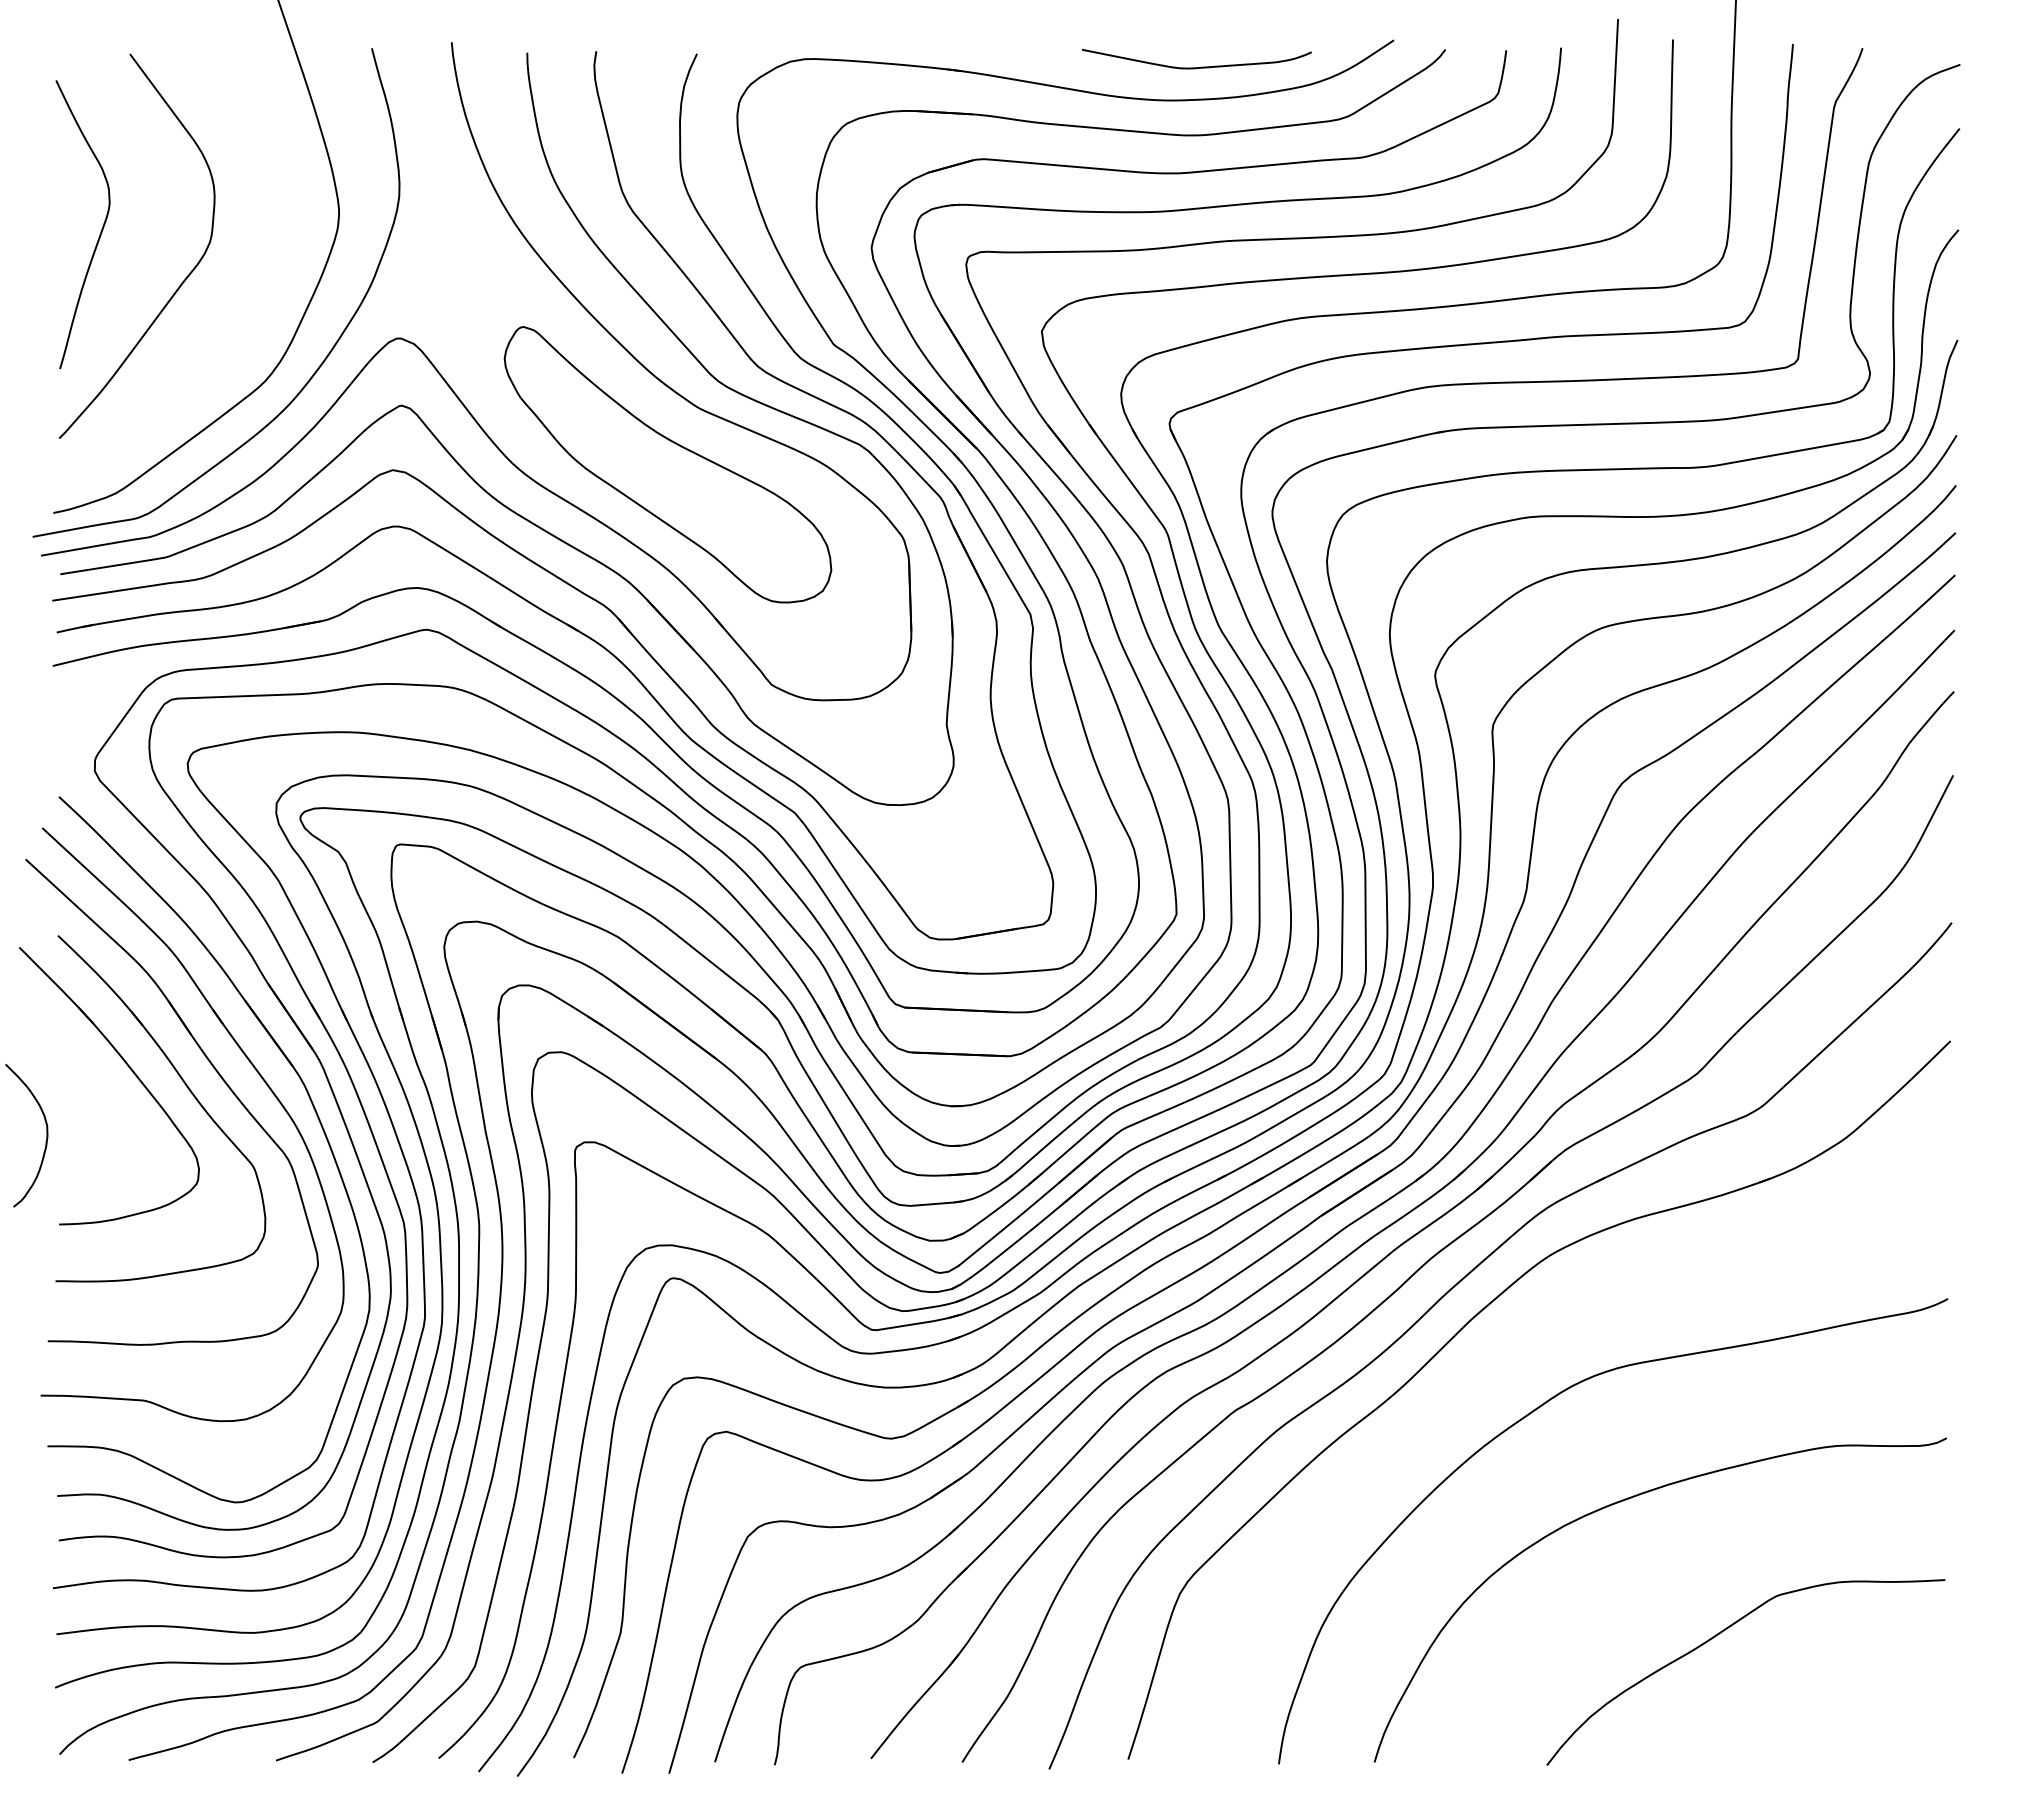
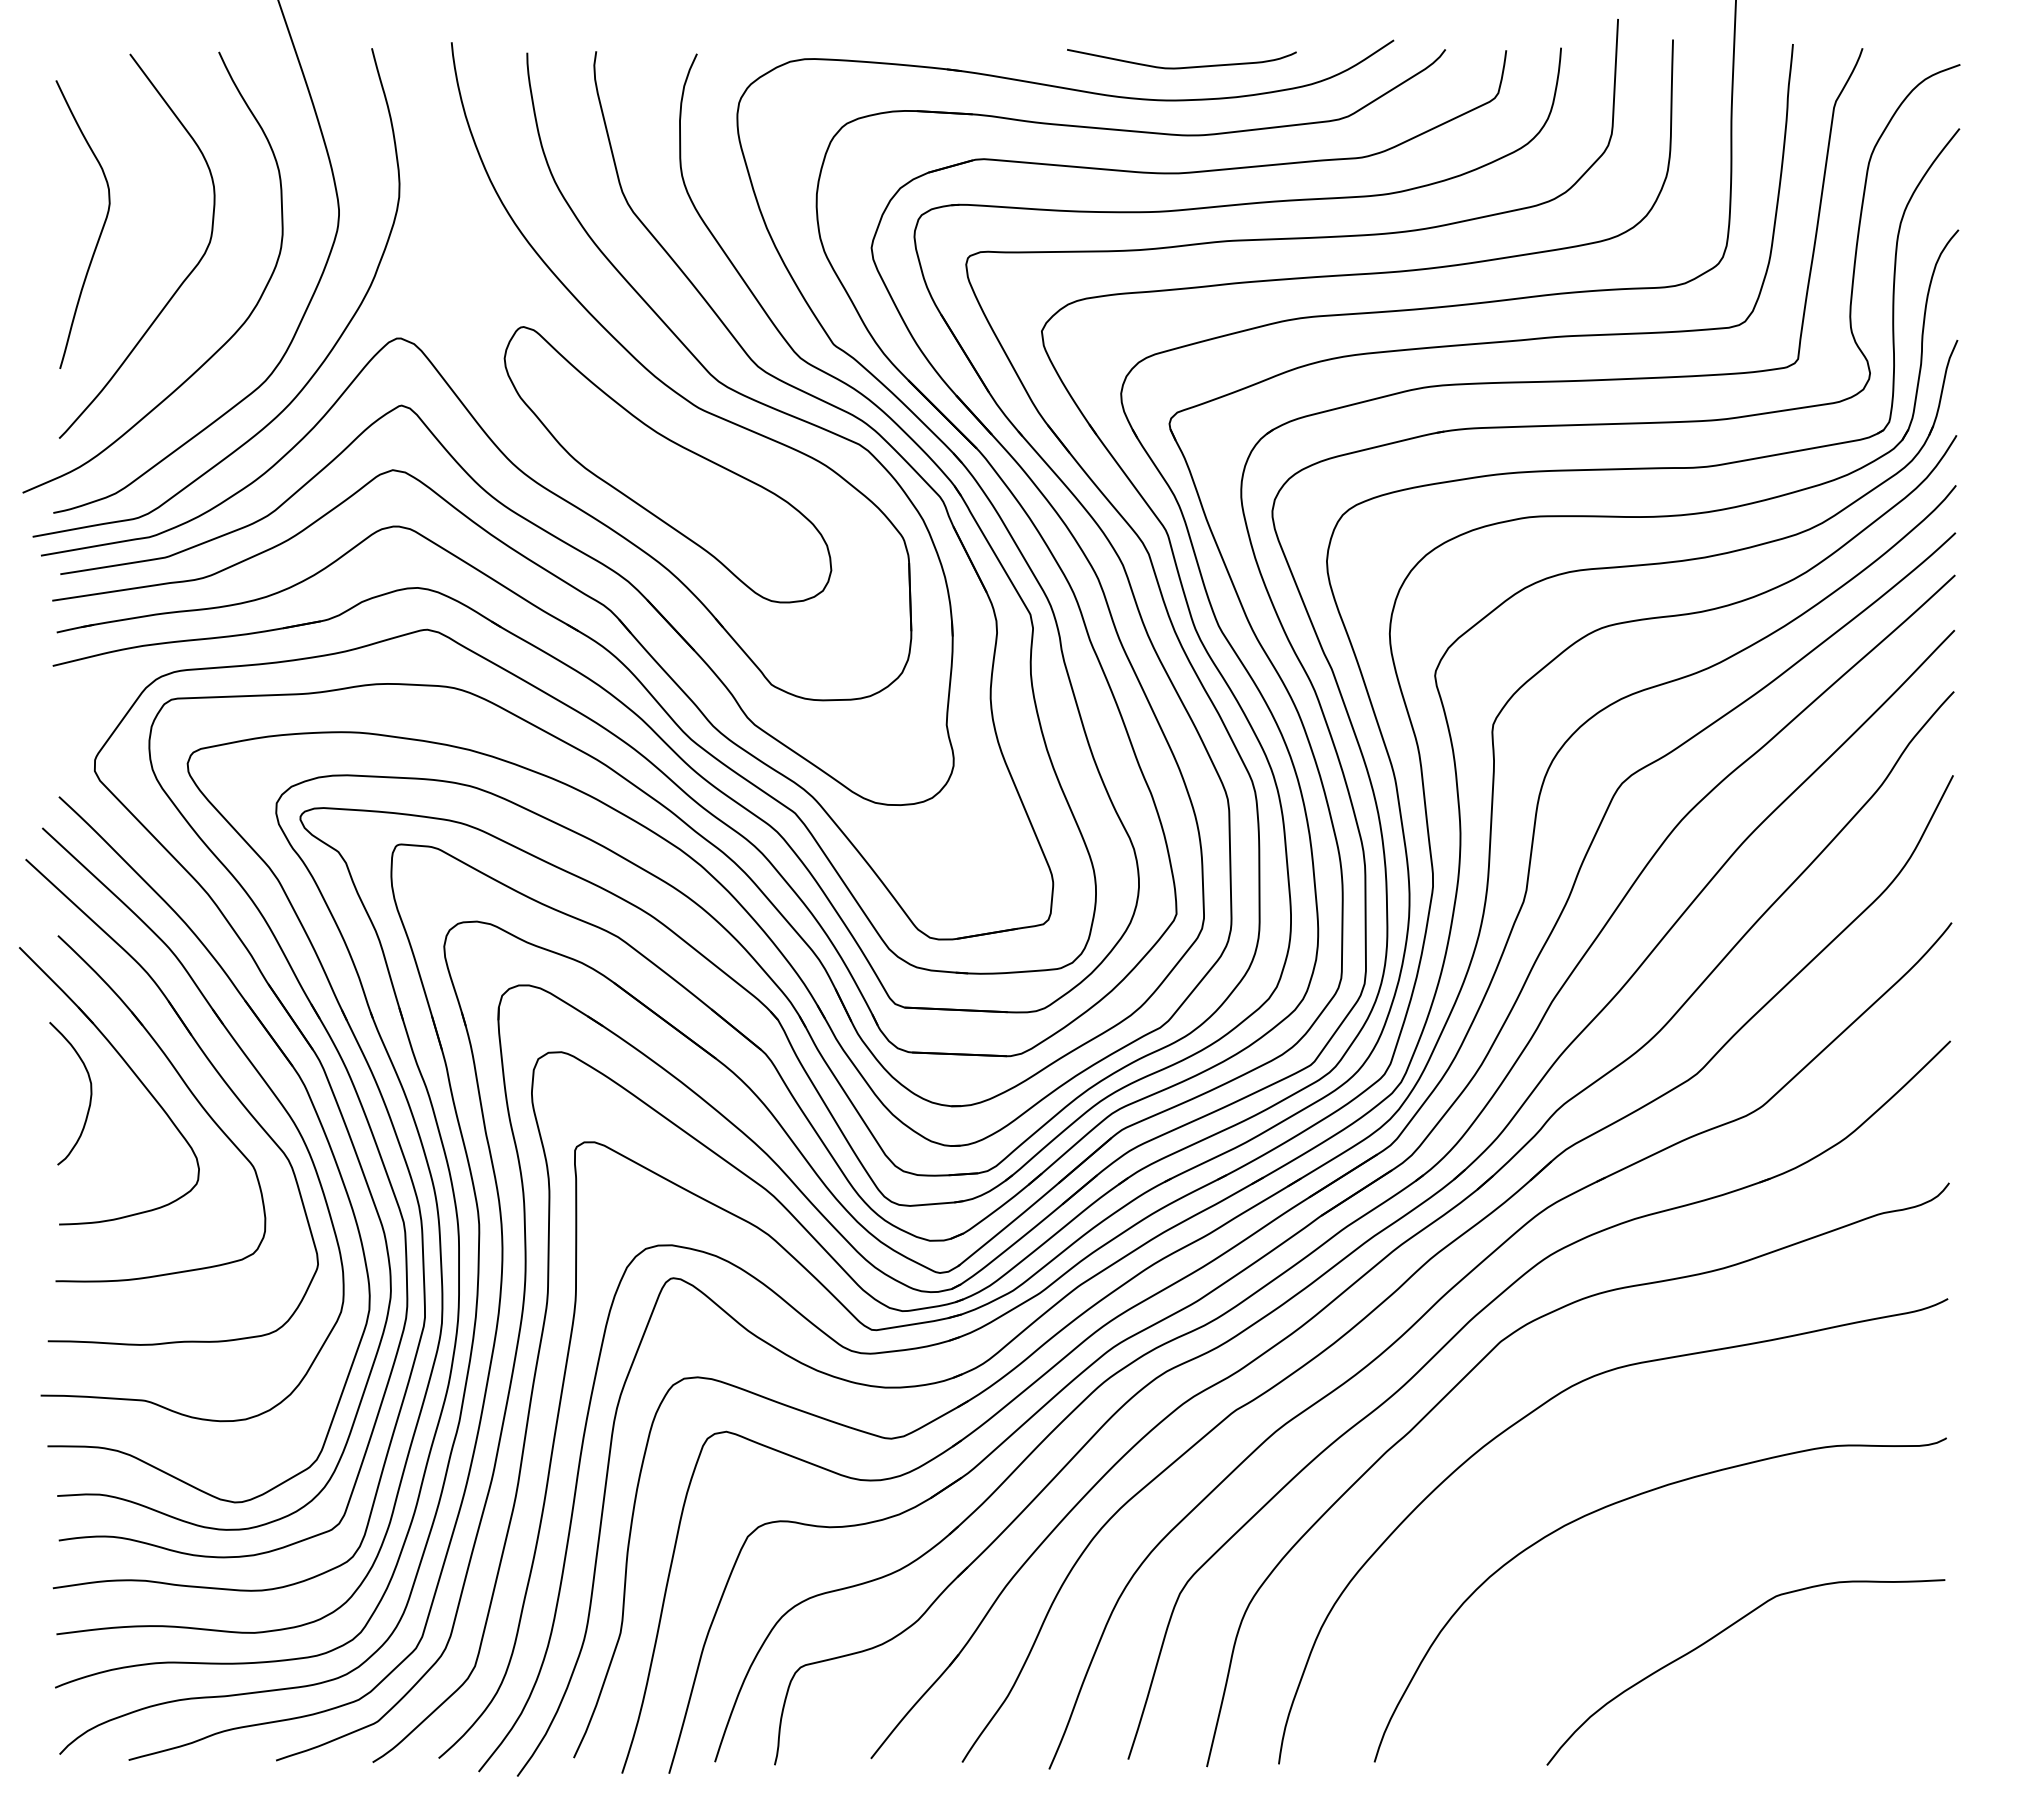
curve at (1196, 67) position: (1196, 67) -> (1181, 67)
curve at (219, 347): none -> present
curve at (45, 1141) position: (45, 1141) -> (89, 1099)
curve at (1481, 1362): none -> present
